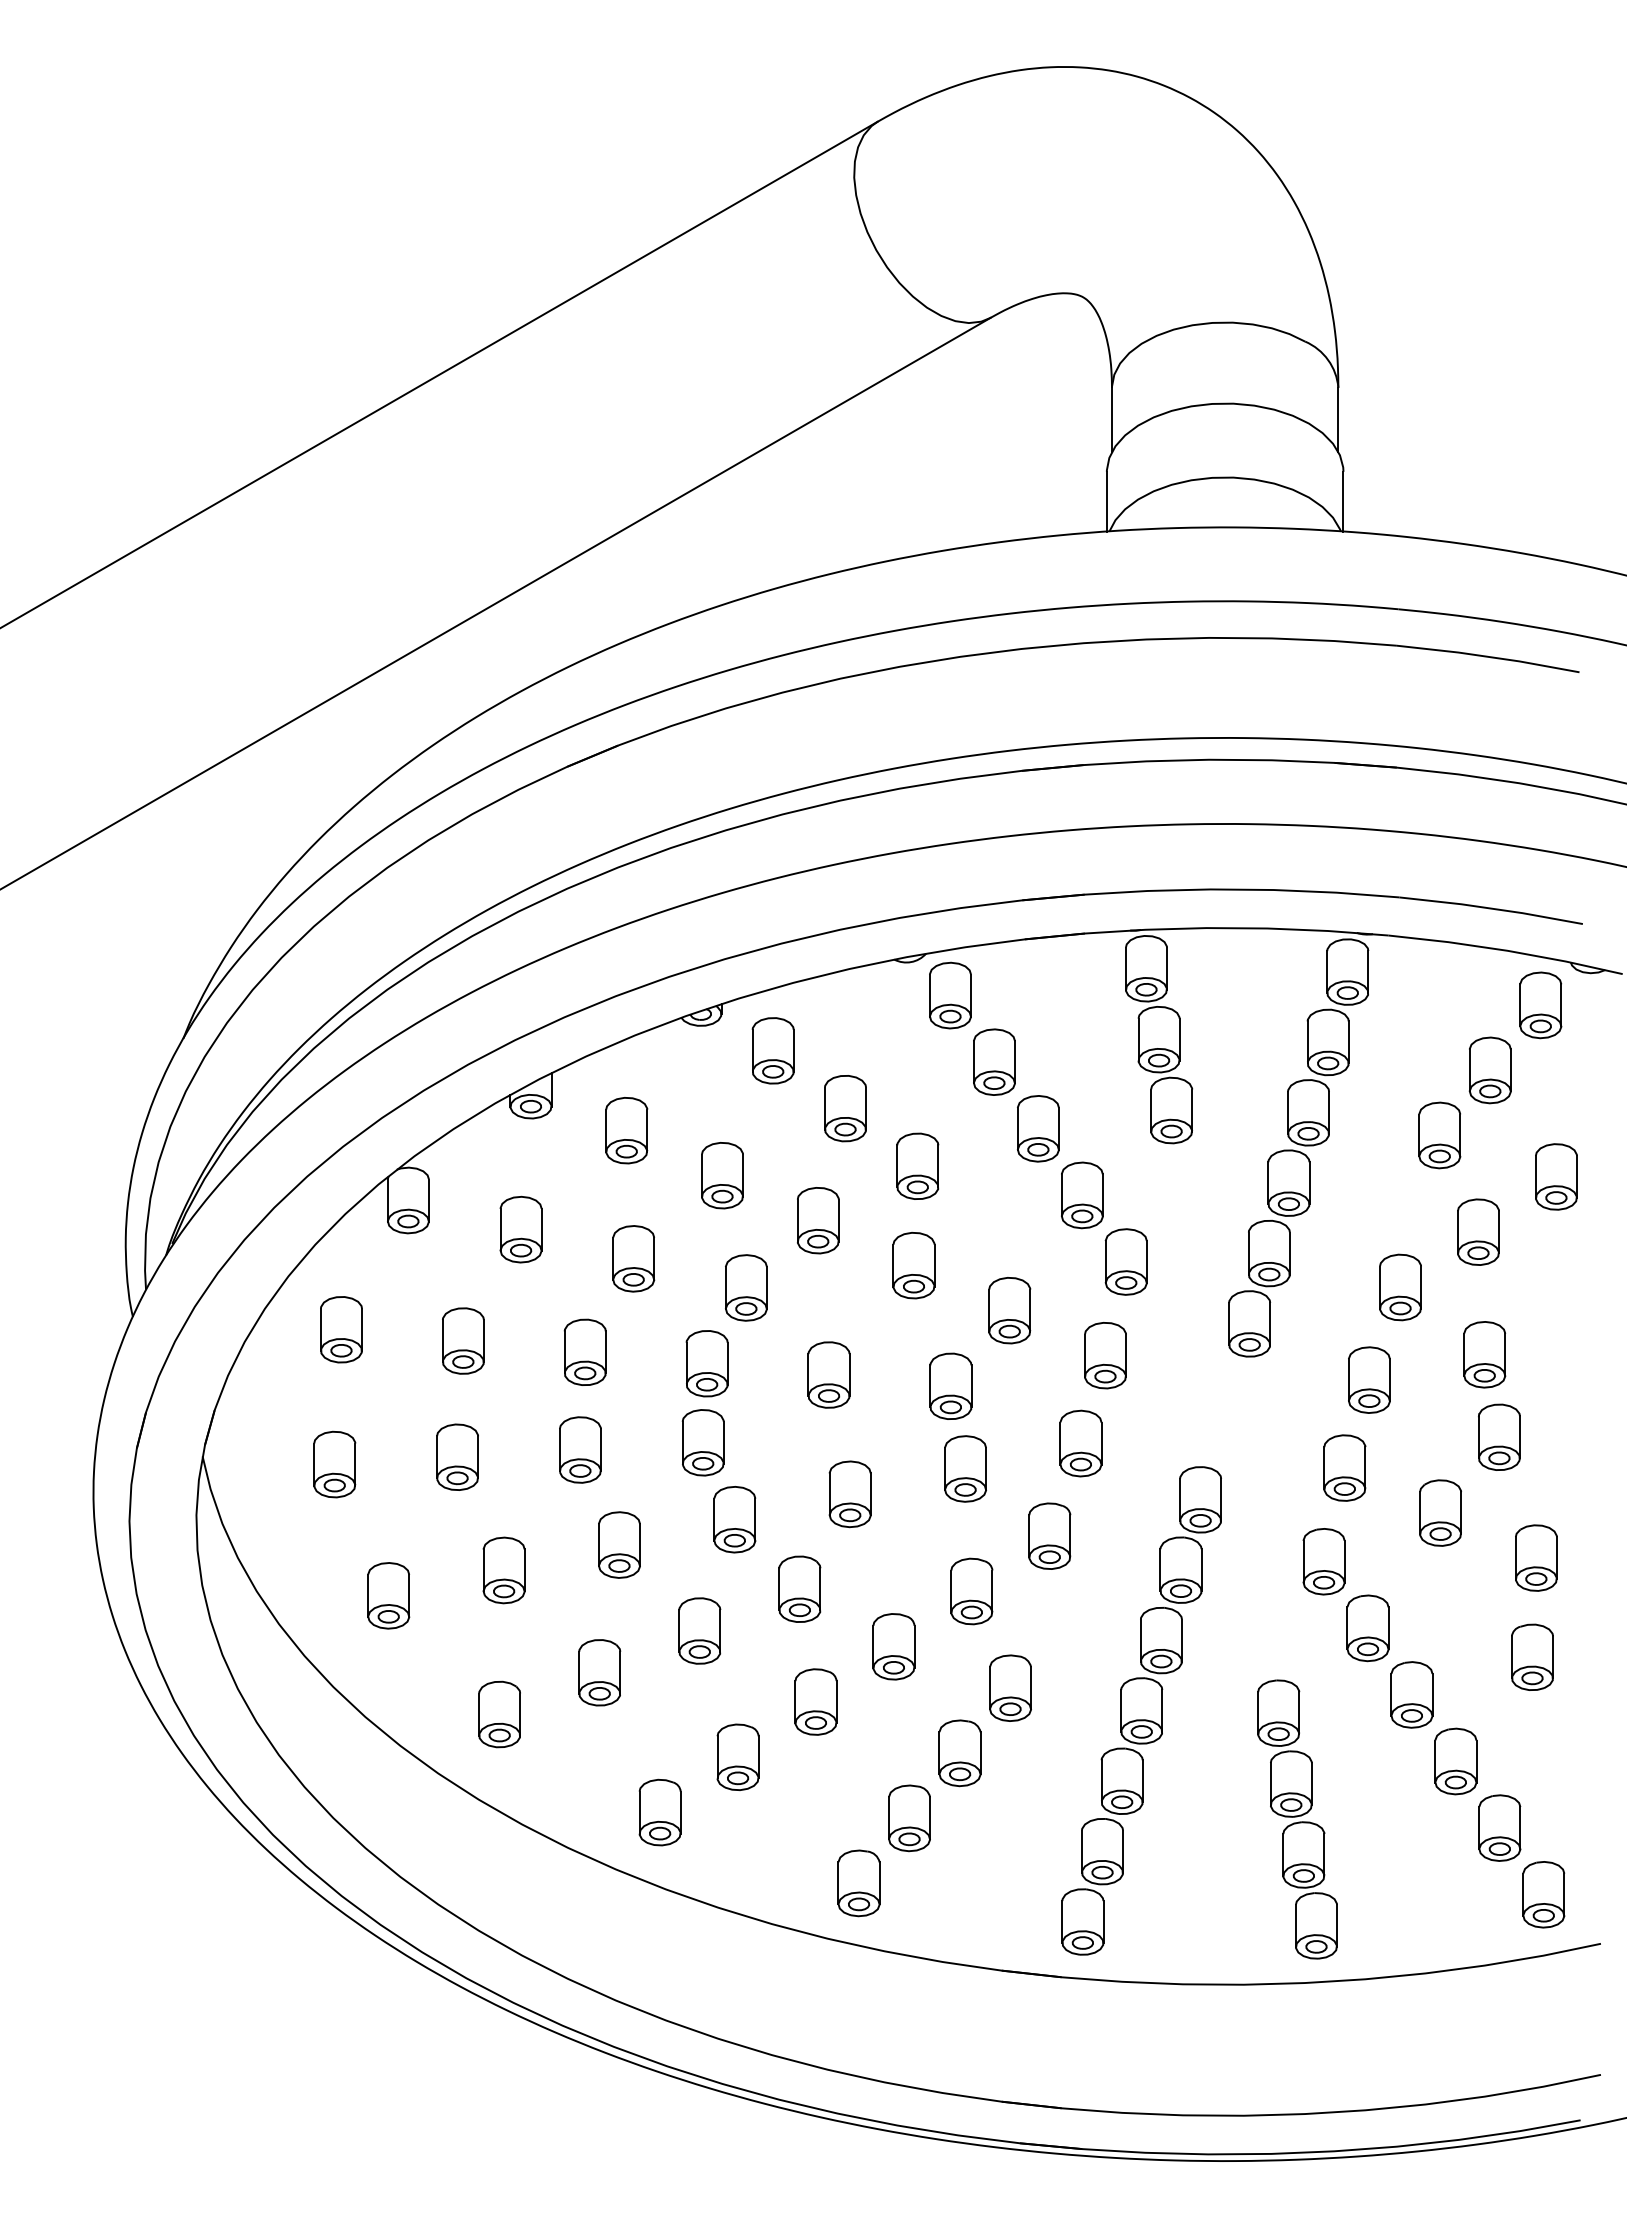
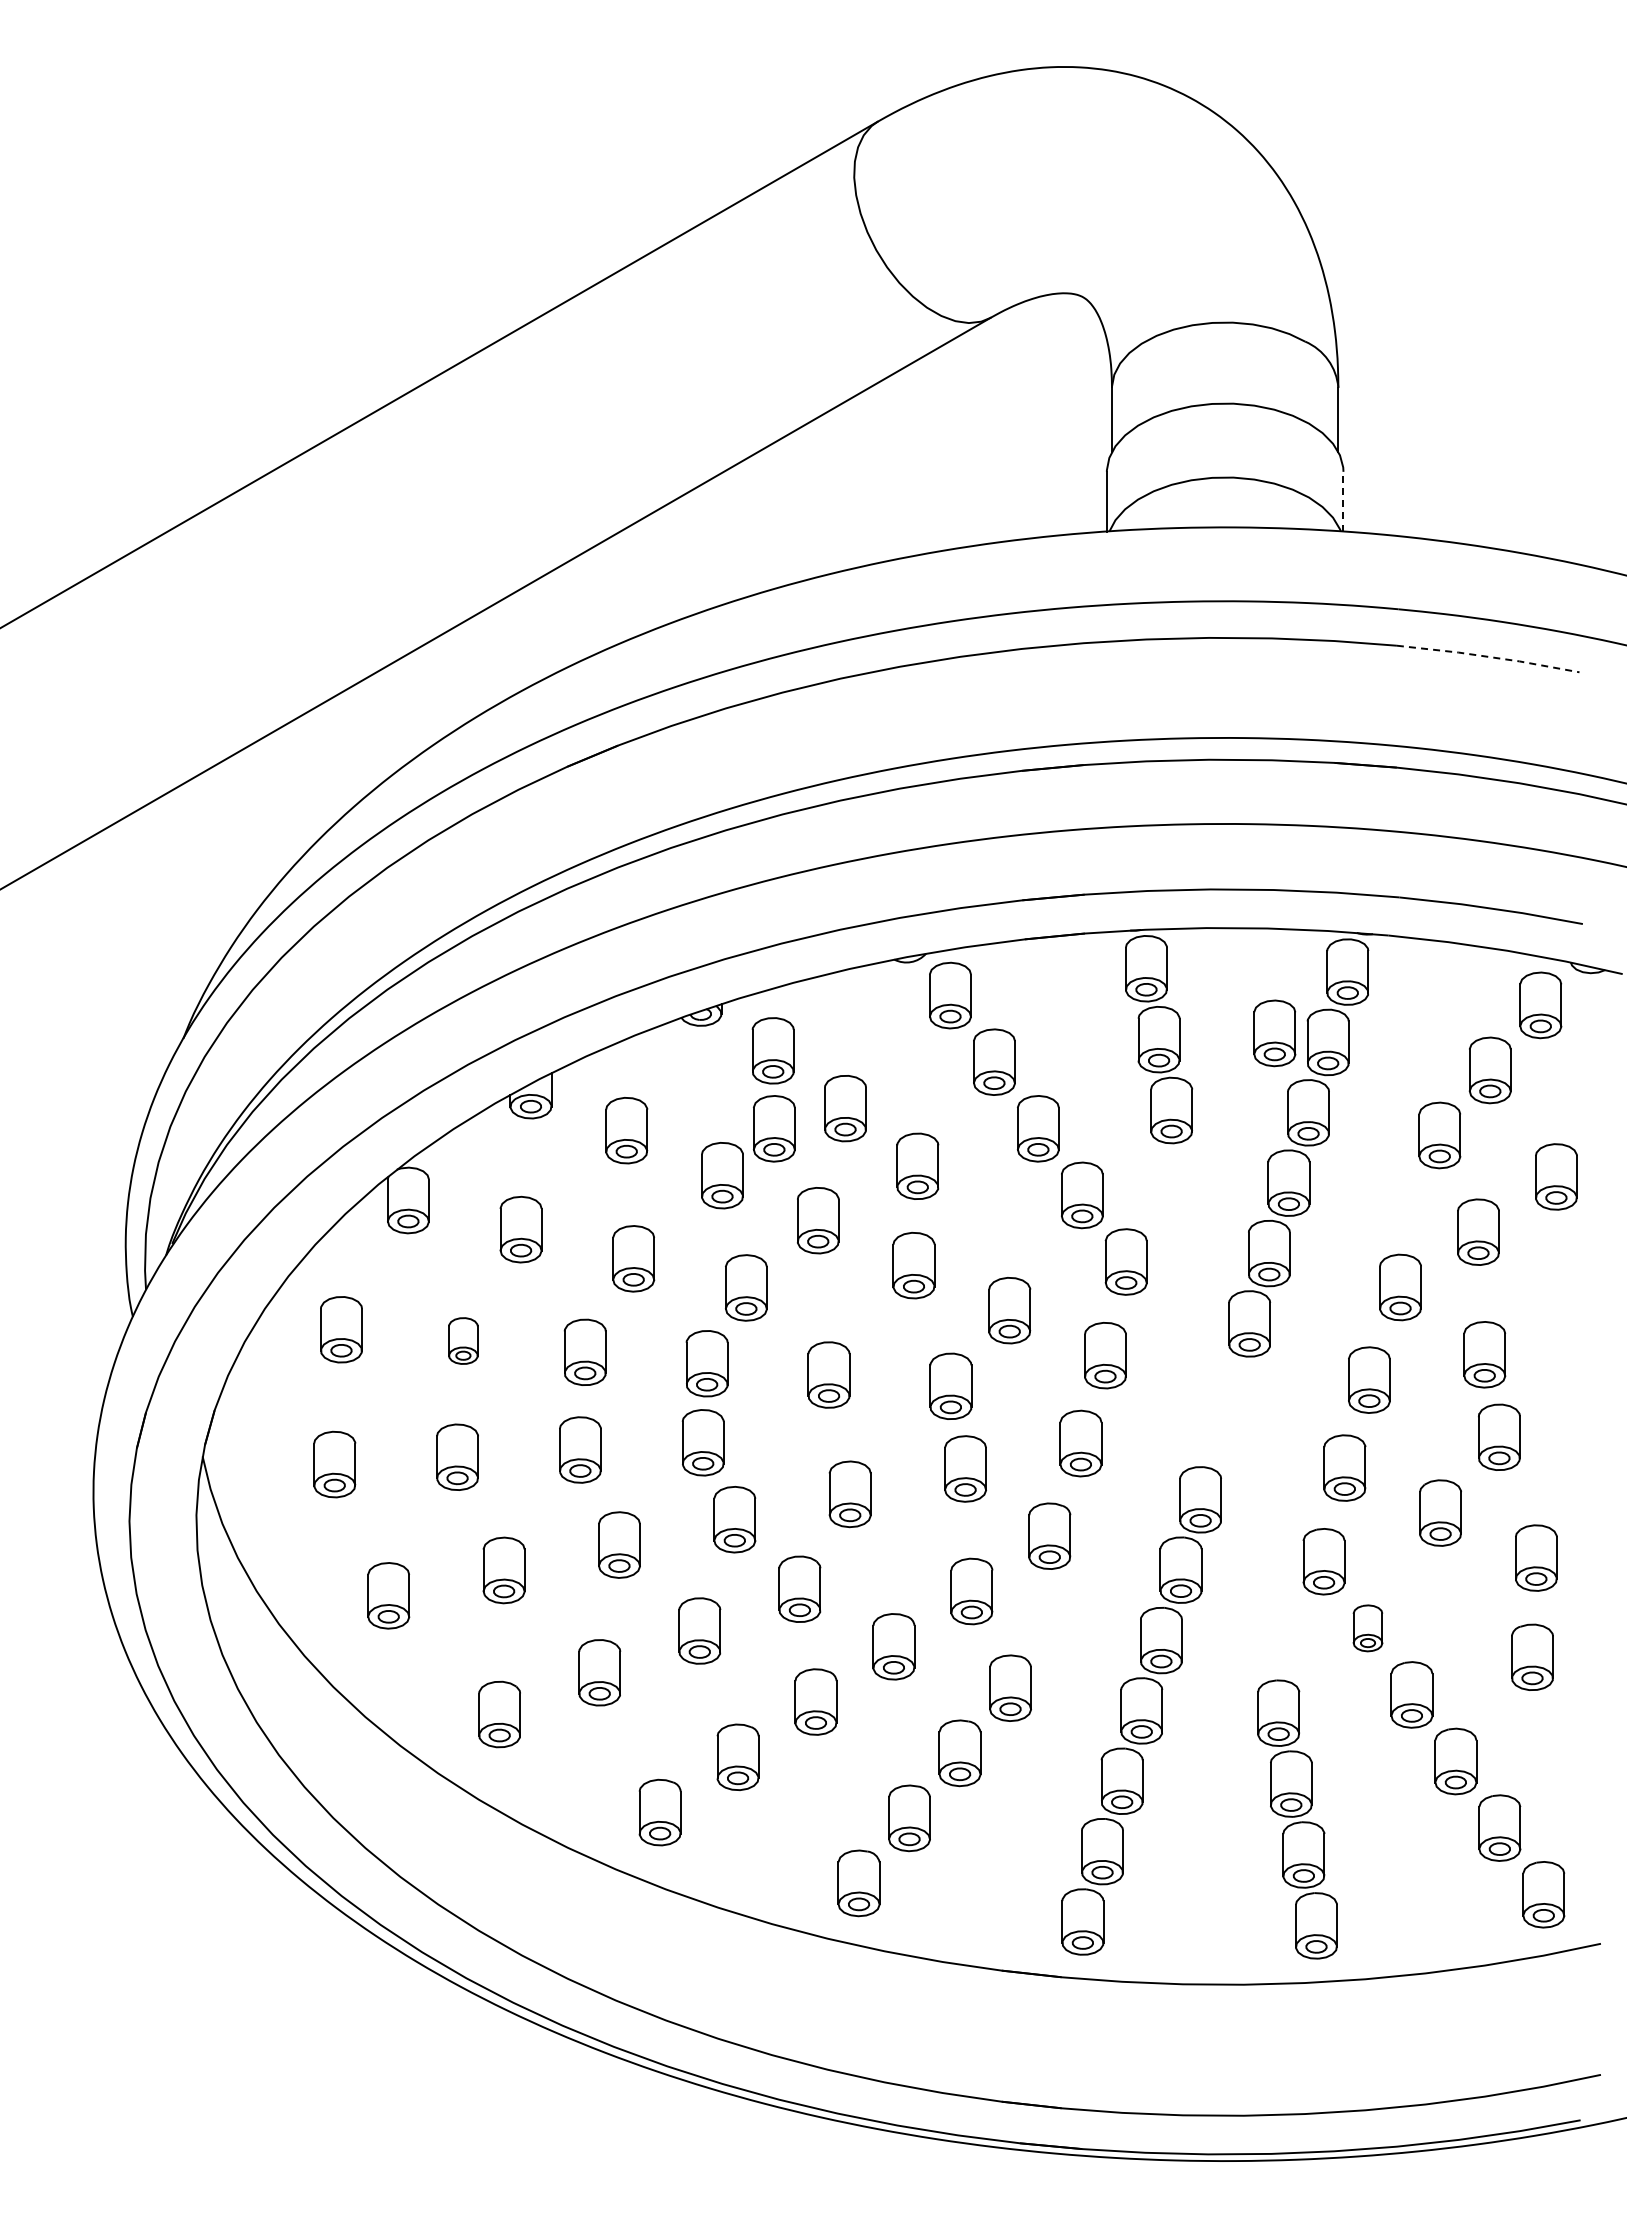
line at (1343, 501): solid -> dashed
line at (1488, 656): solid -> dashed
part at (1274, 1033): none -> present
part at (774, 1128): none -> present
part at (463, 1340) size: 43x68 px -> 31x48 px
part at (1367, 1628) size: 44x69 px -> 32x49 px
